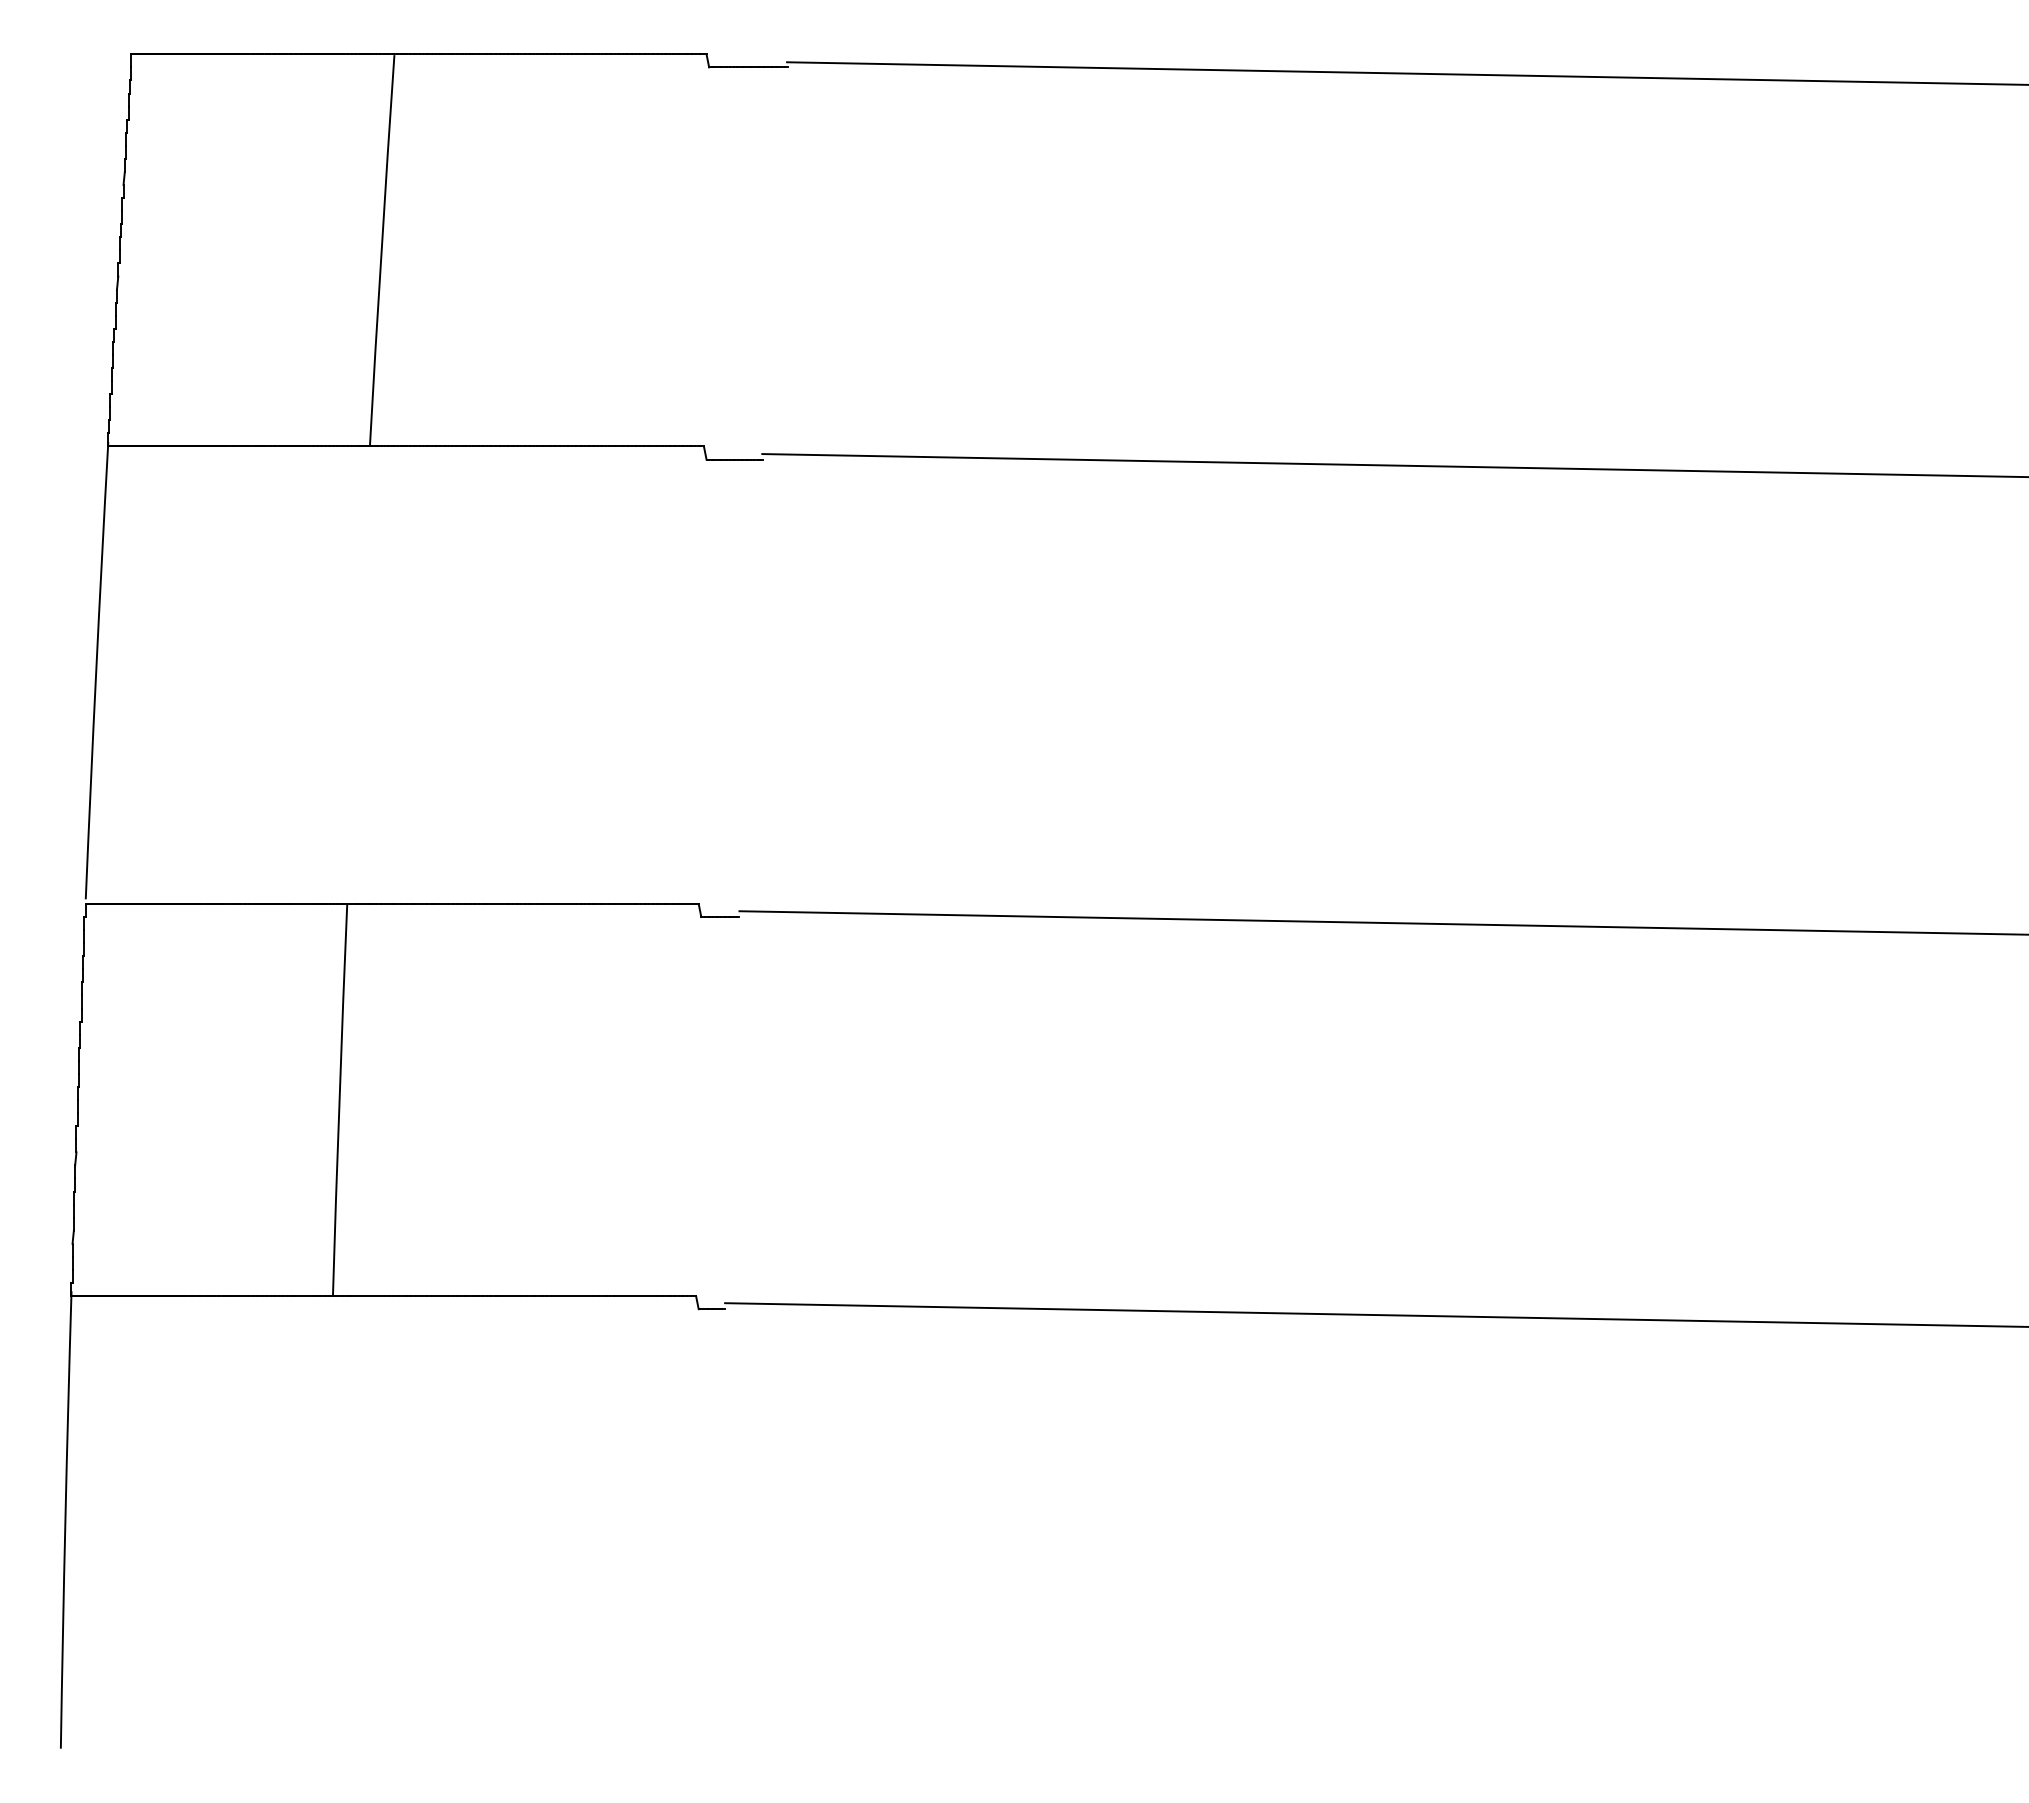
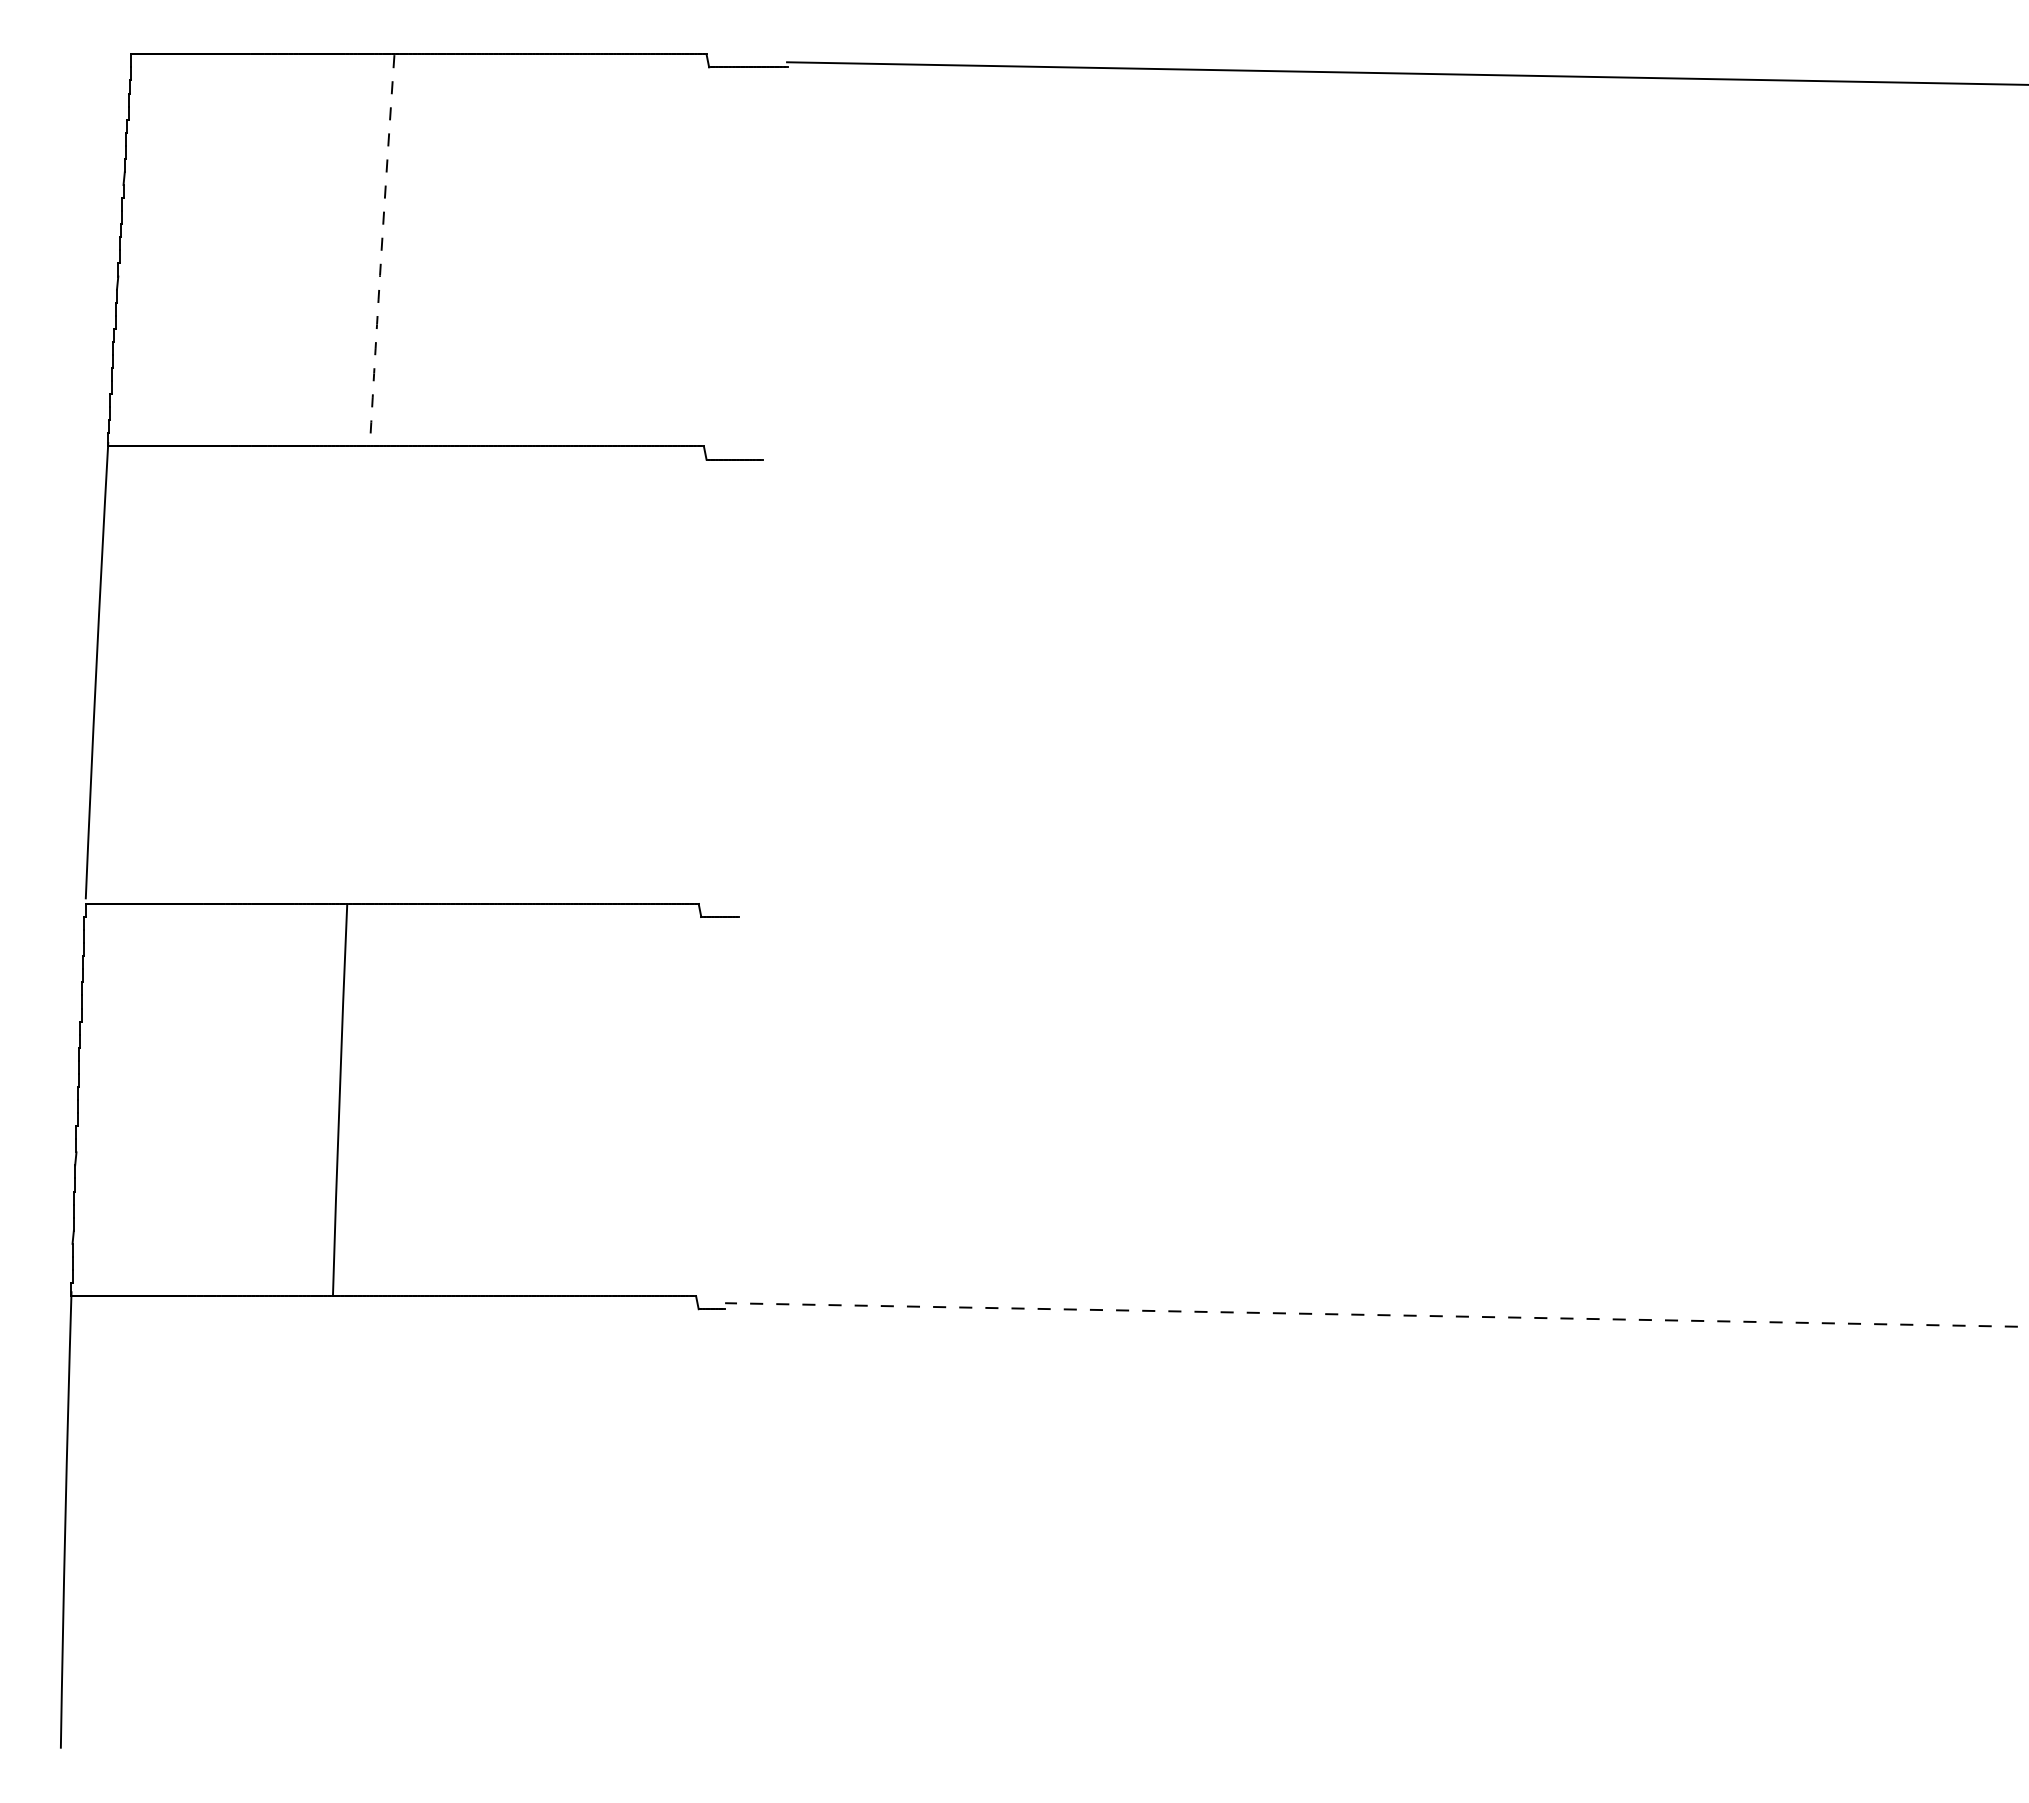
arc at (381, 250): solid -> dashed
line at (1393, 465): present -> none
line at (1382, 922): present -> none
line at (1376, 1315): solid -> dashed
